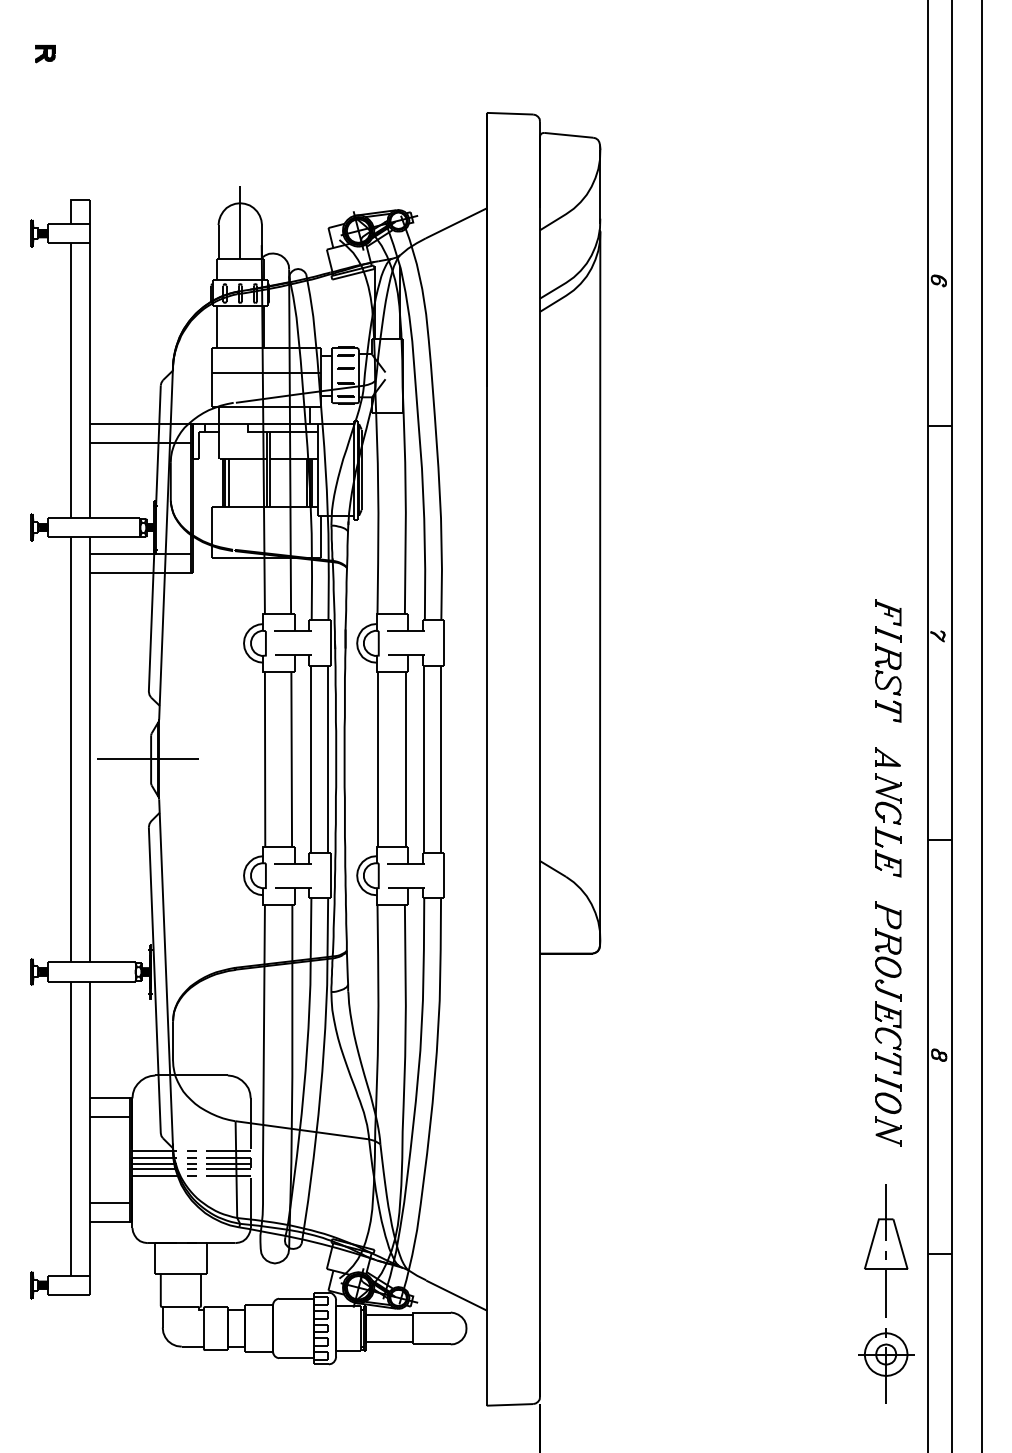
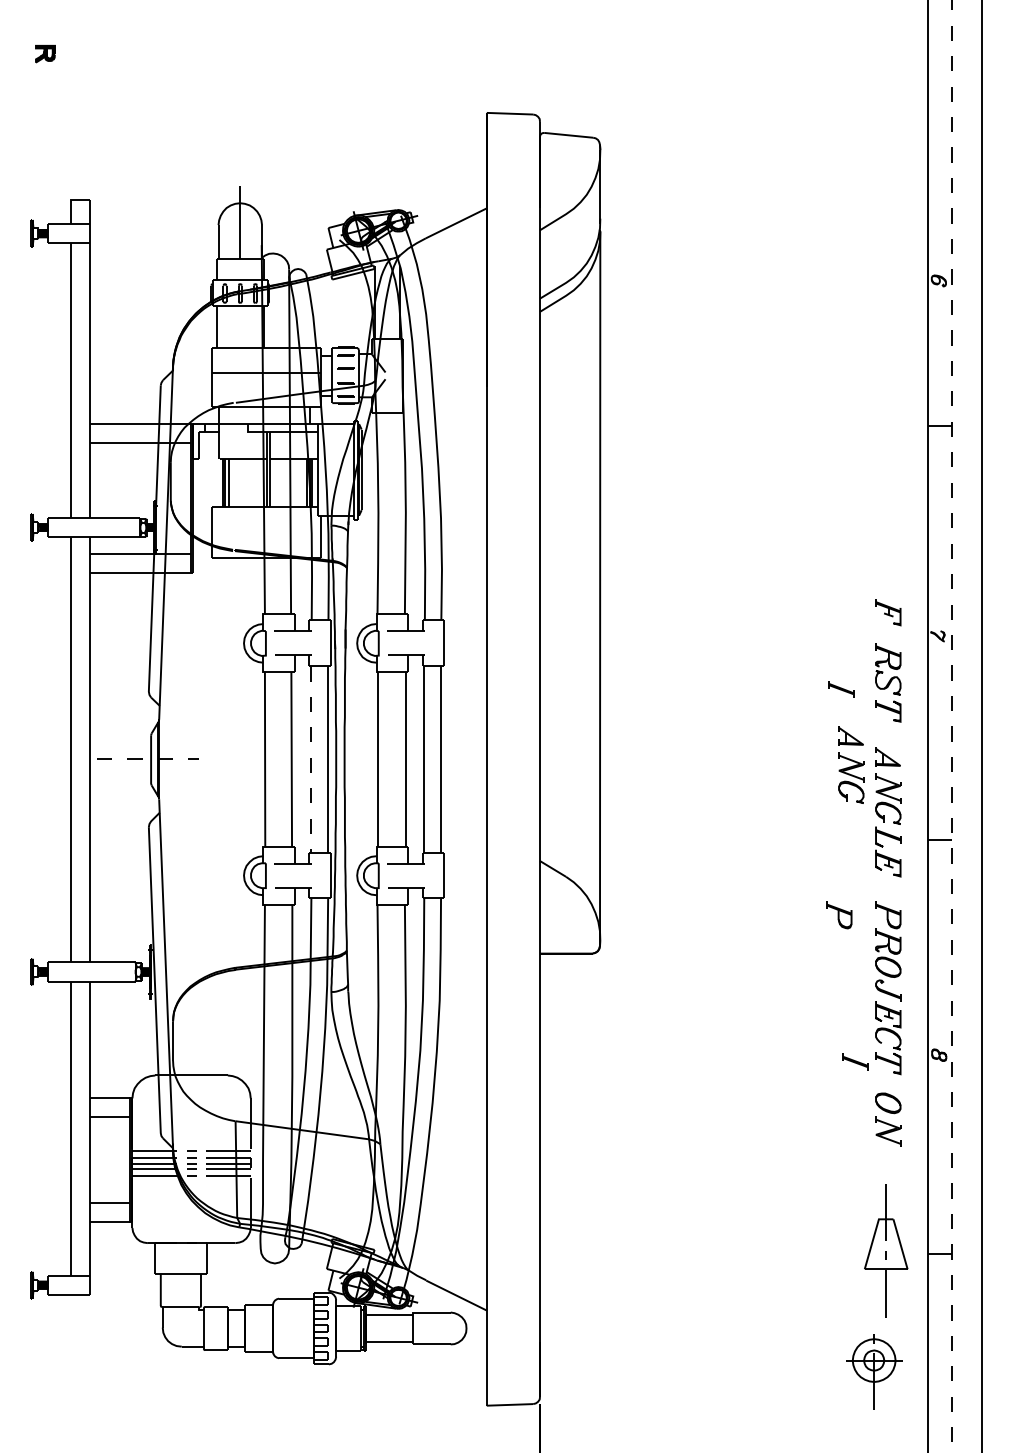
part at (888, 634) position: (888, 634) -> (841, 689)
line at (951, 726): solid -> dashed
line at (147, 759): solid -> dashed
line at (311, 759): solid -> dashed
part at (851, 764): none -> present
part at (839, 915): none -> present
part at (888, 1082) position: (888, 1082) -> (855, 1061)
part at (886, 1365) position: (886, 1365) -> (874, 1371)
